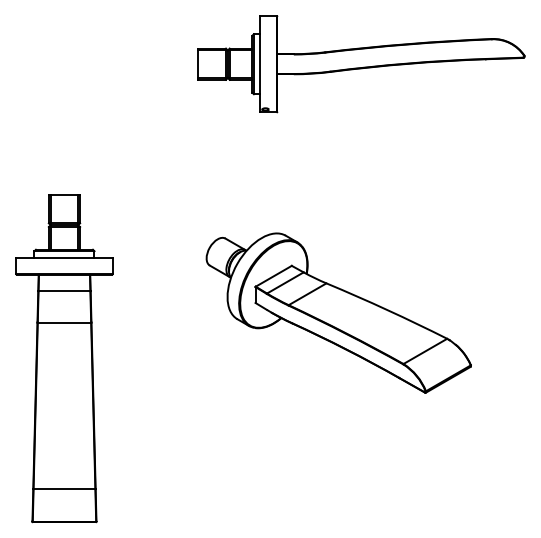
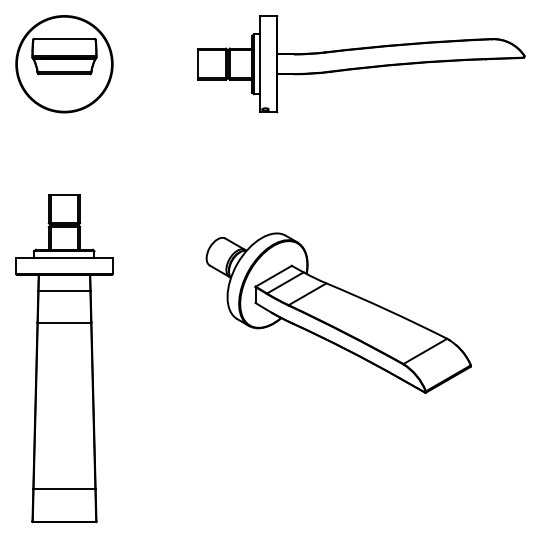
part at (64, 64): none -> present
